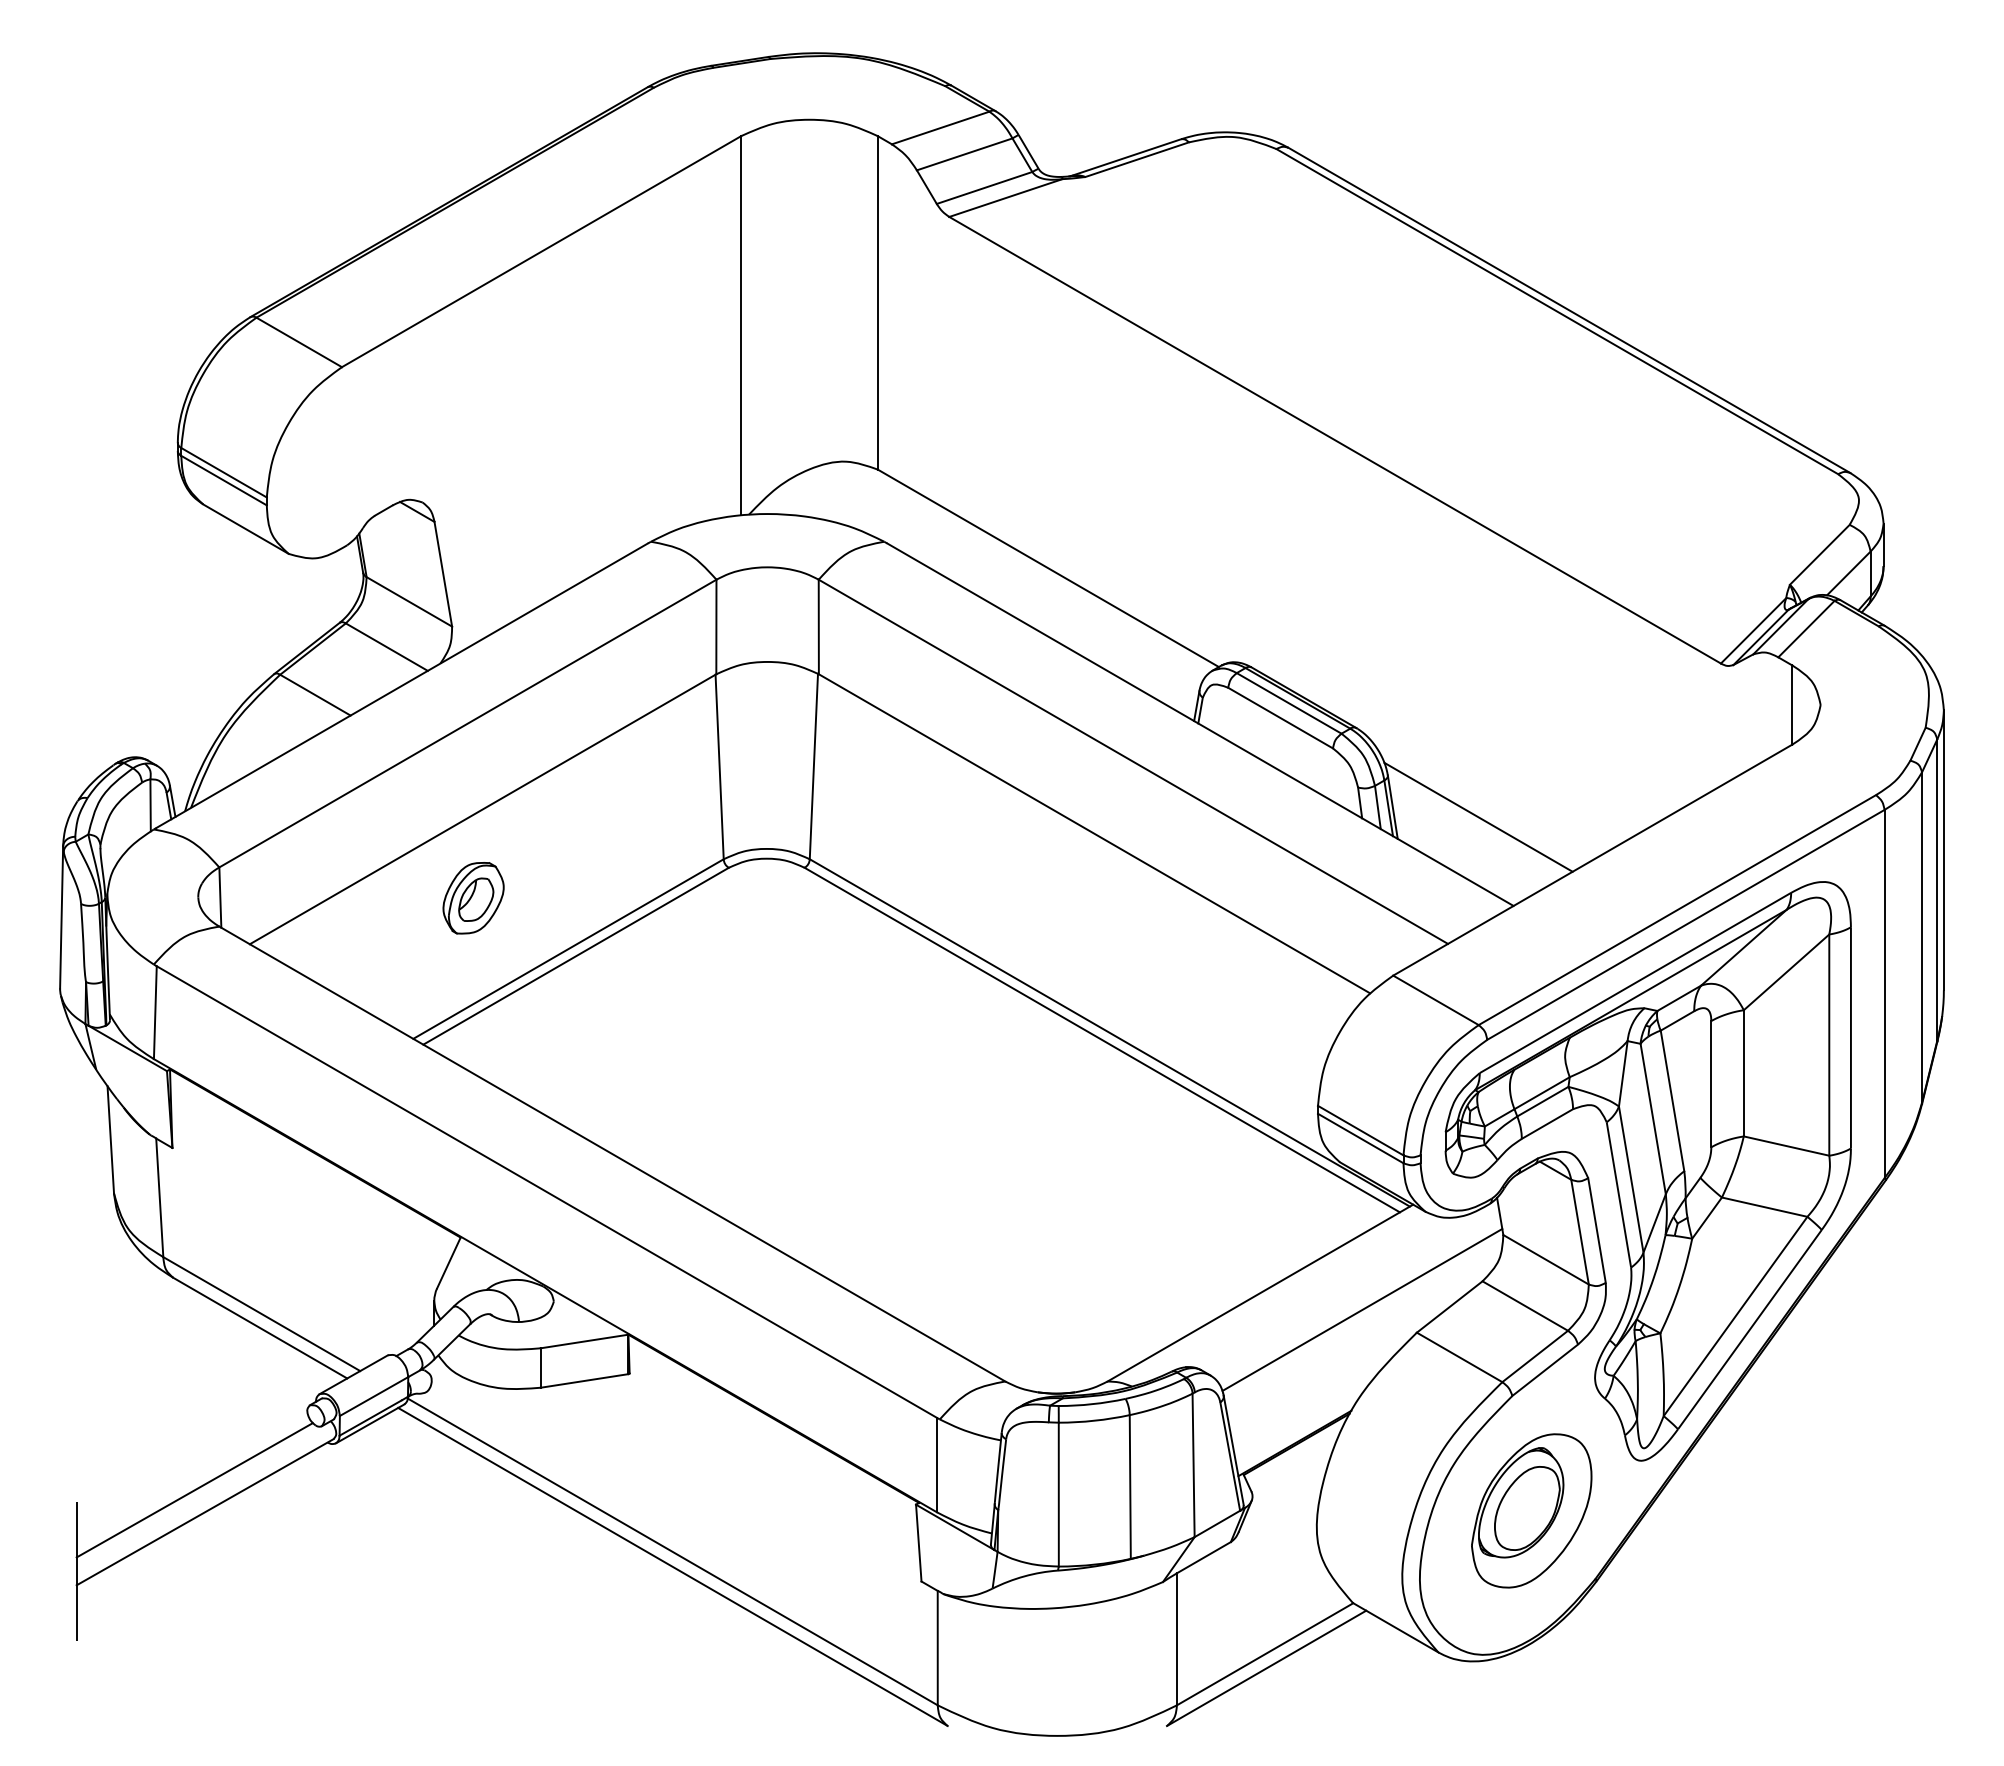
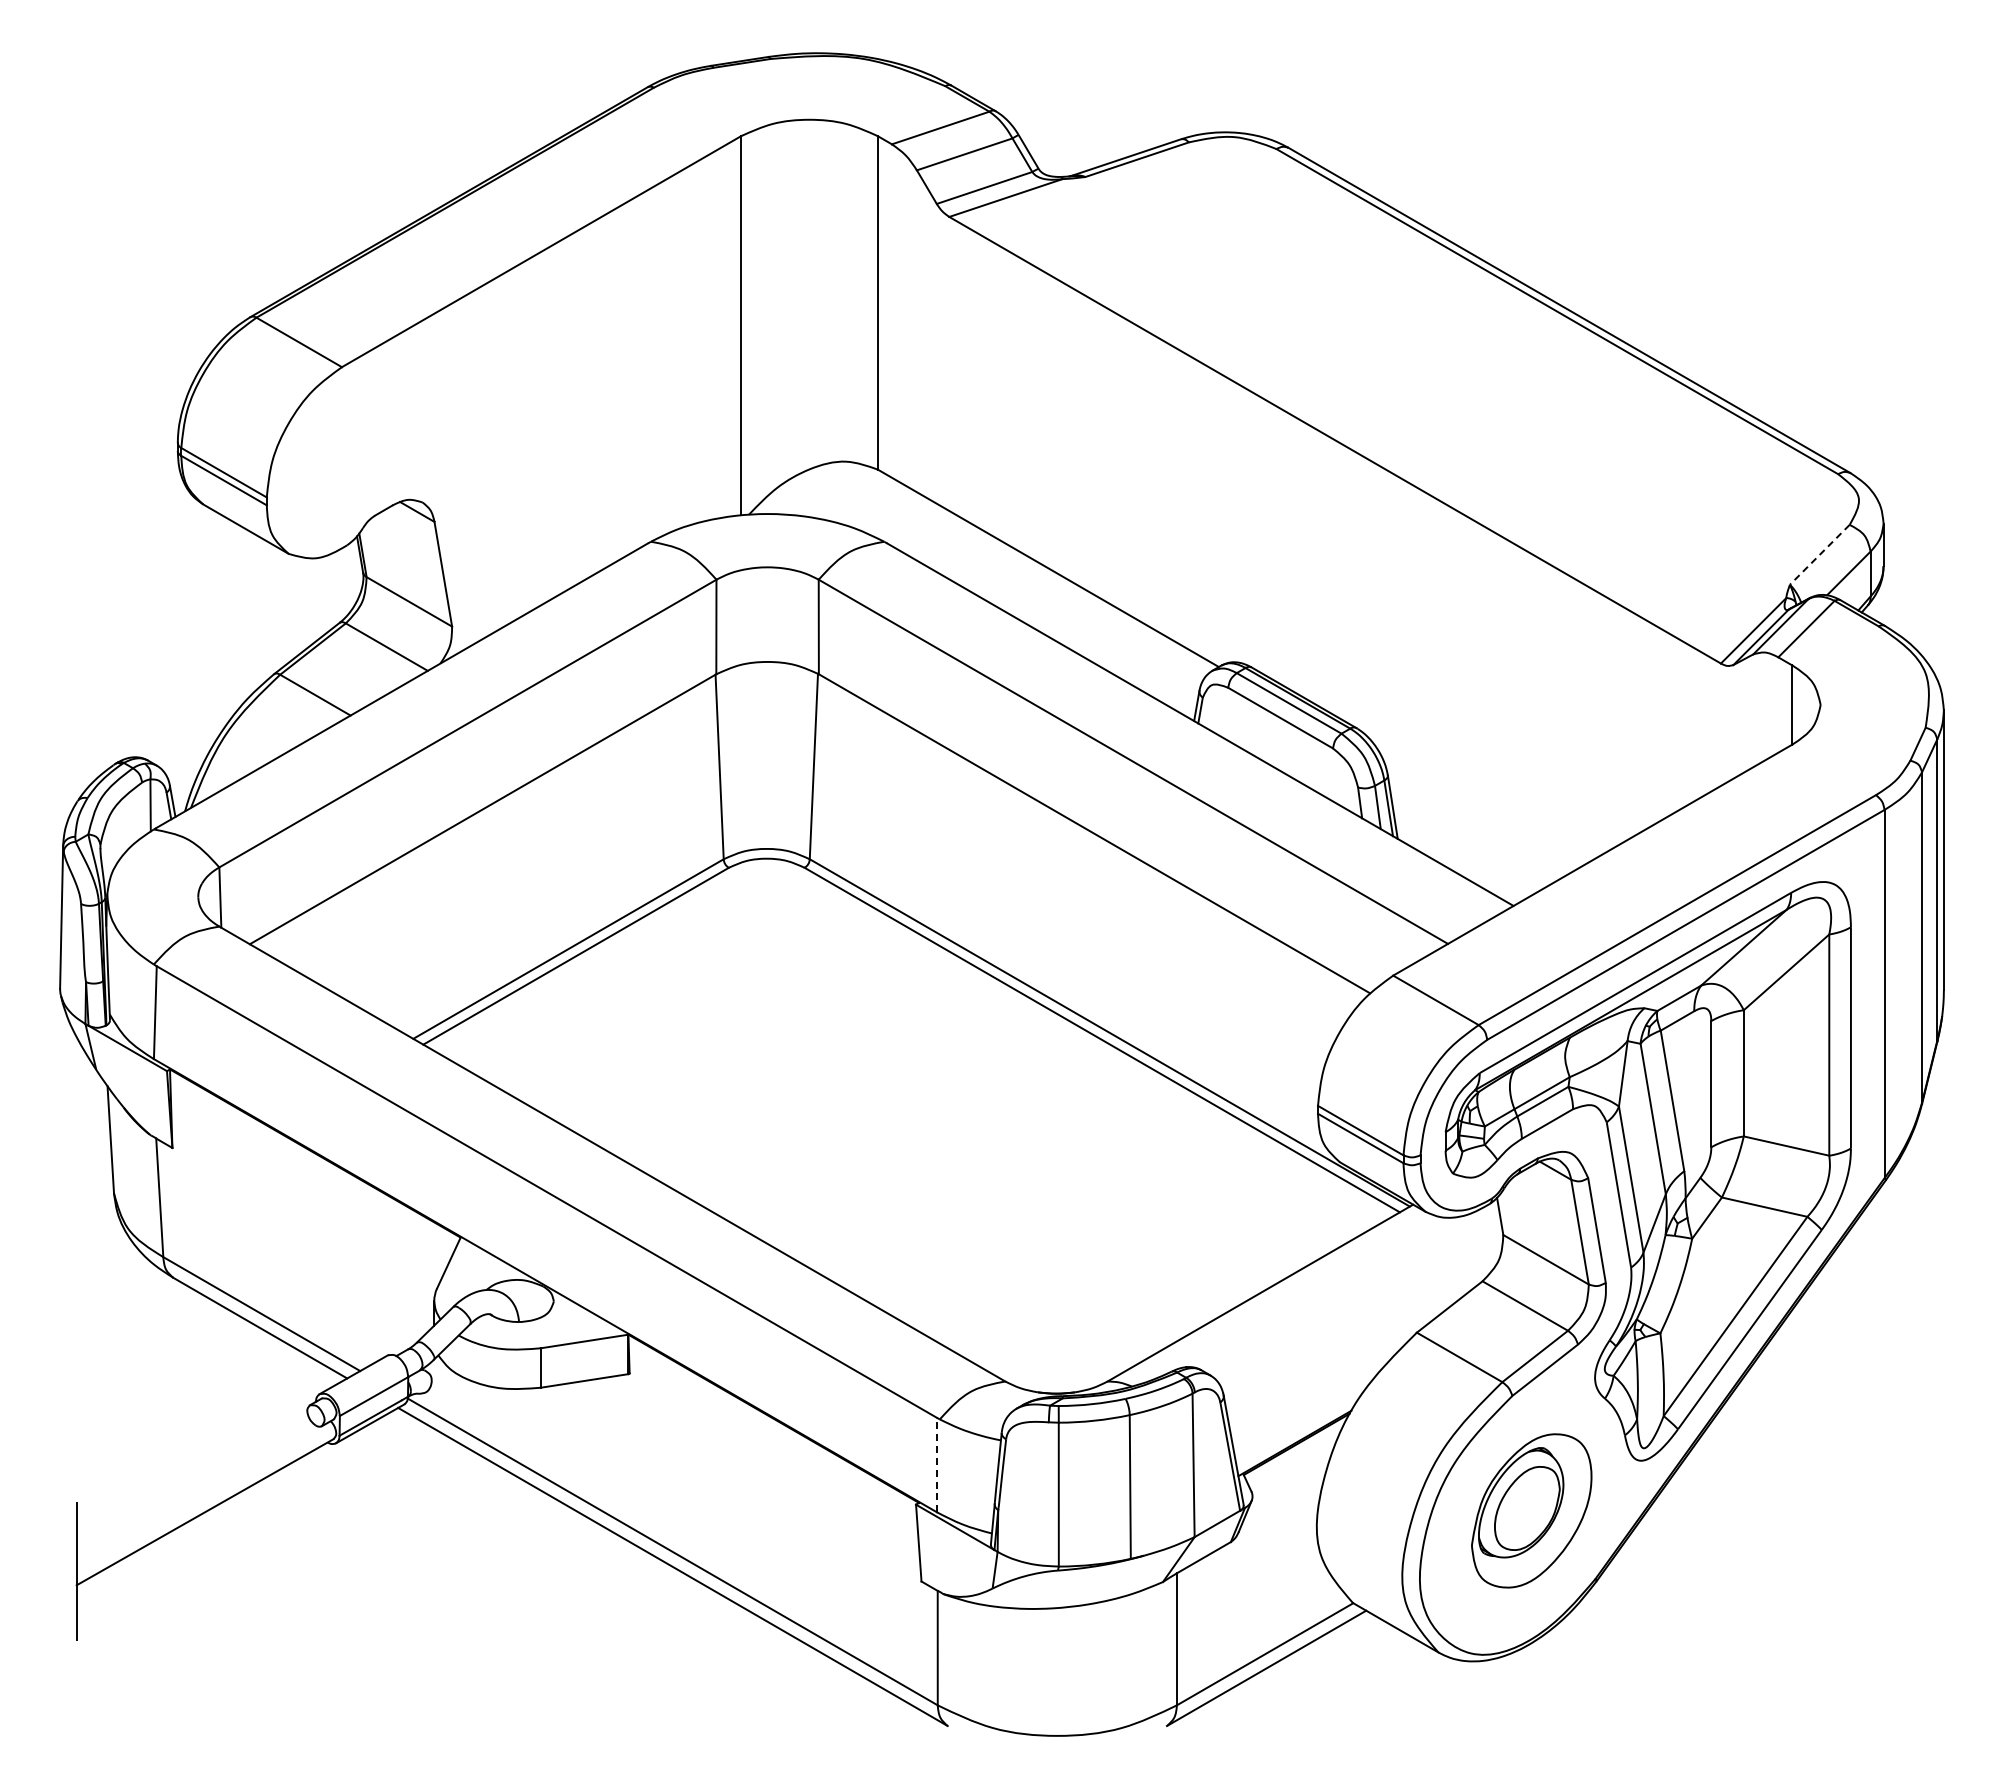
line at (1819, 555): solid -> dashed
line at (1478, 816): present -> none
part at (473, 898): present -> none
line at (1362, 1309): present -> none
line at (936, 1464): solid -> dashed
line at (194, 1490): present -> none
